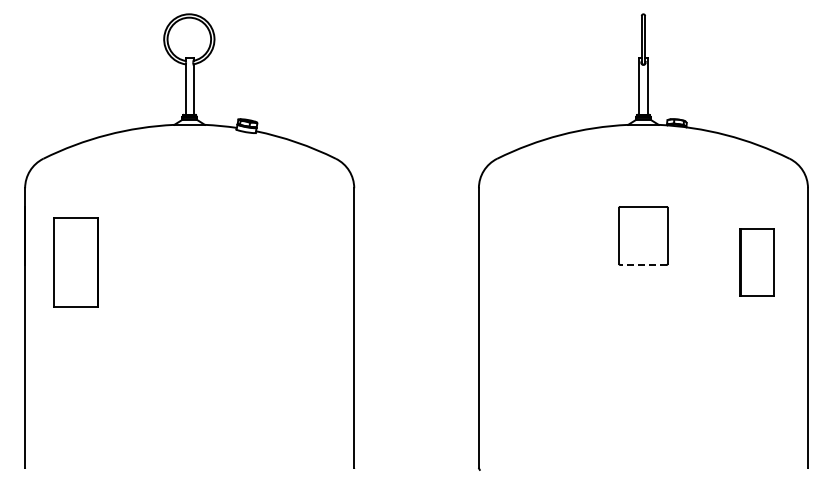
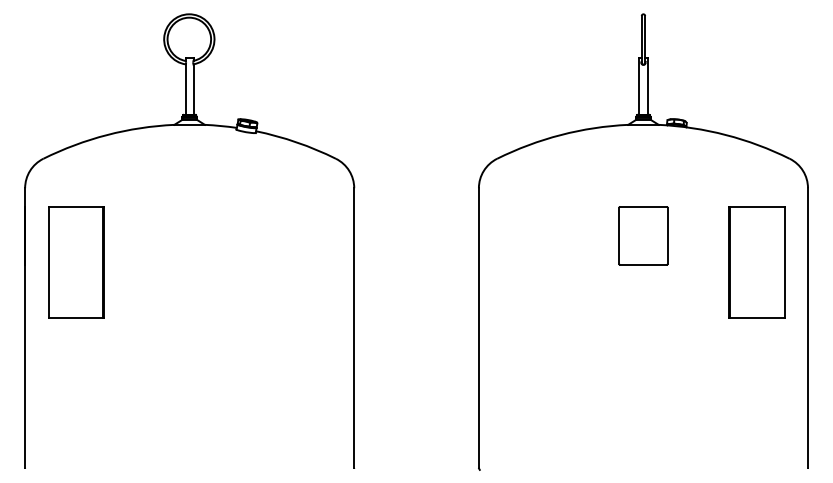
part at (75, 262) size: 46x91 px -> 57x113 px
part at (756, 262) size: 36x69 px -> 58x113 px
line at (642, 264): dashed -> solid
